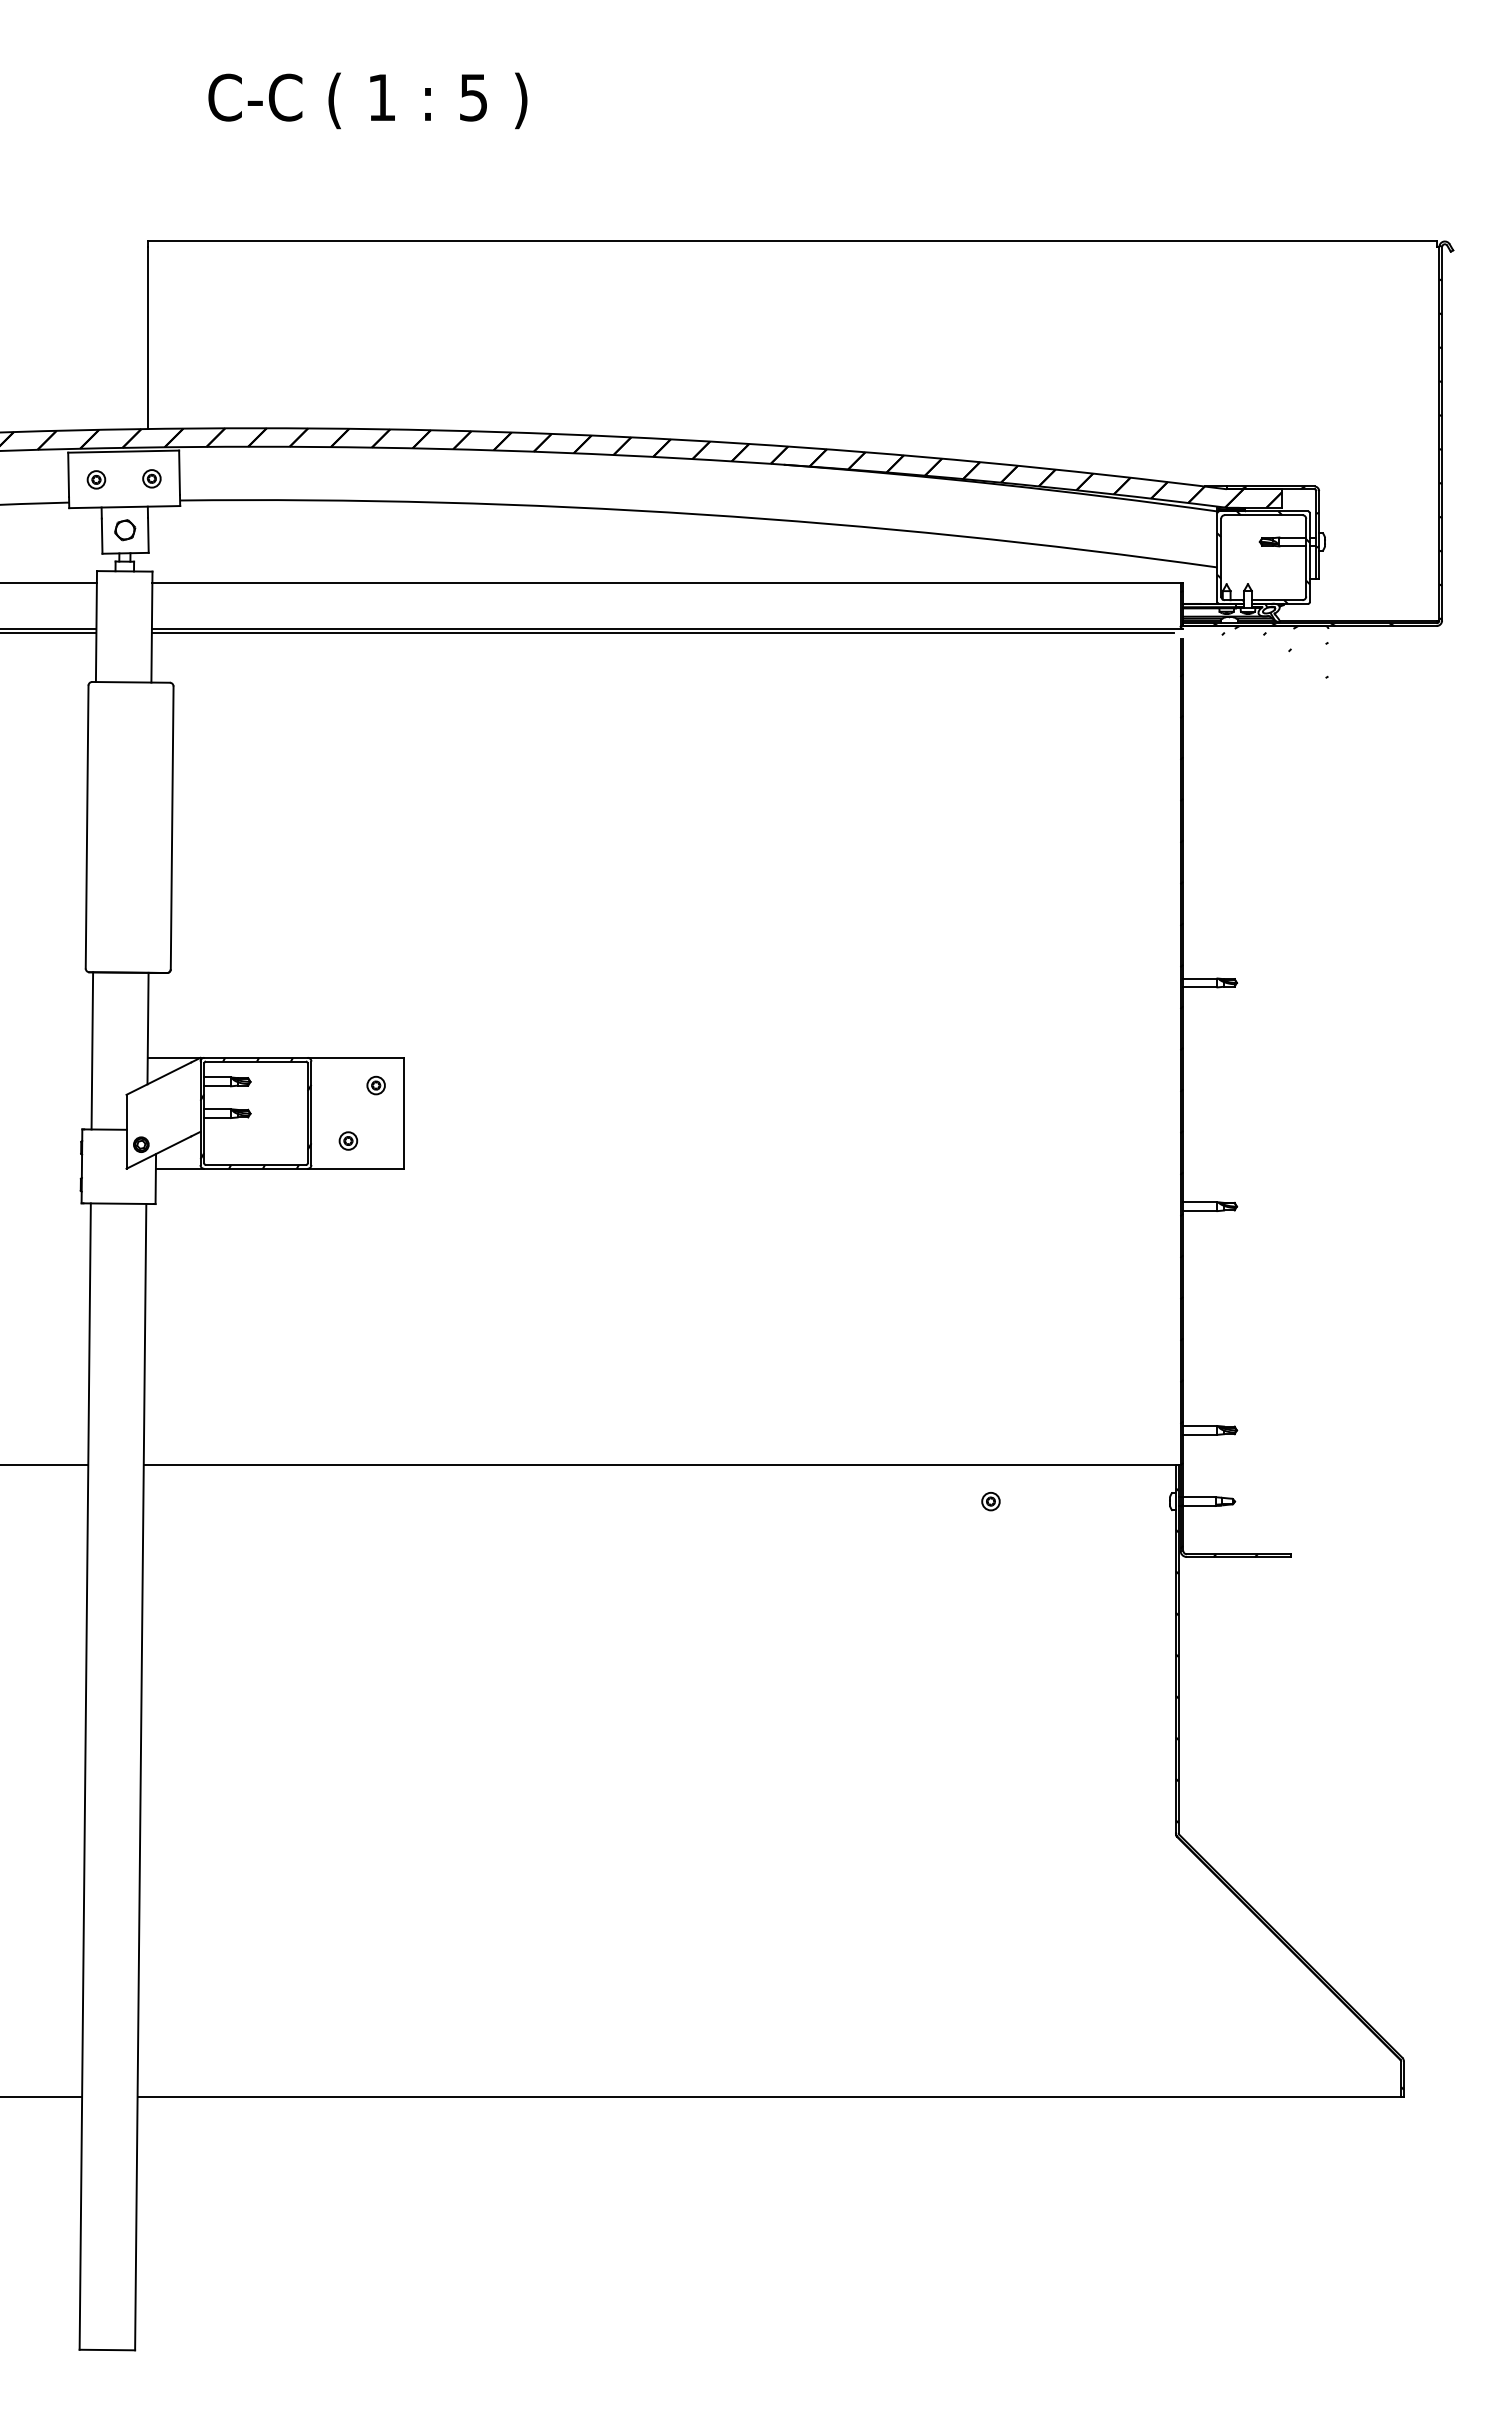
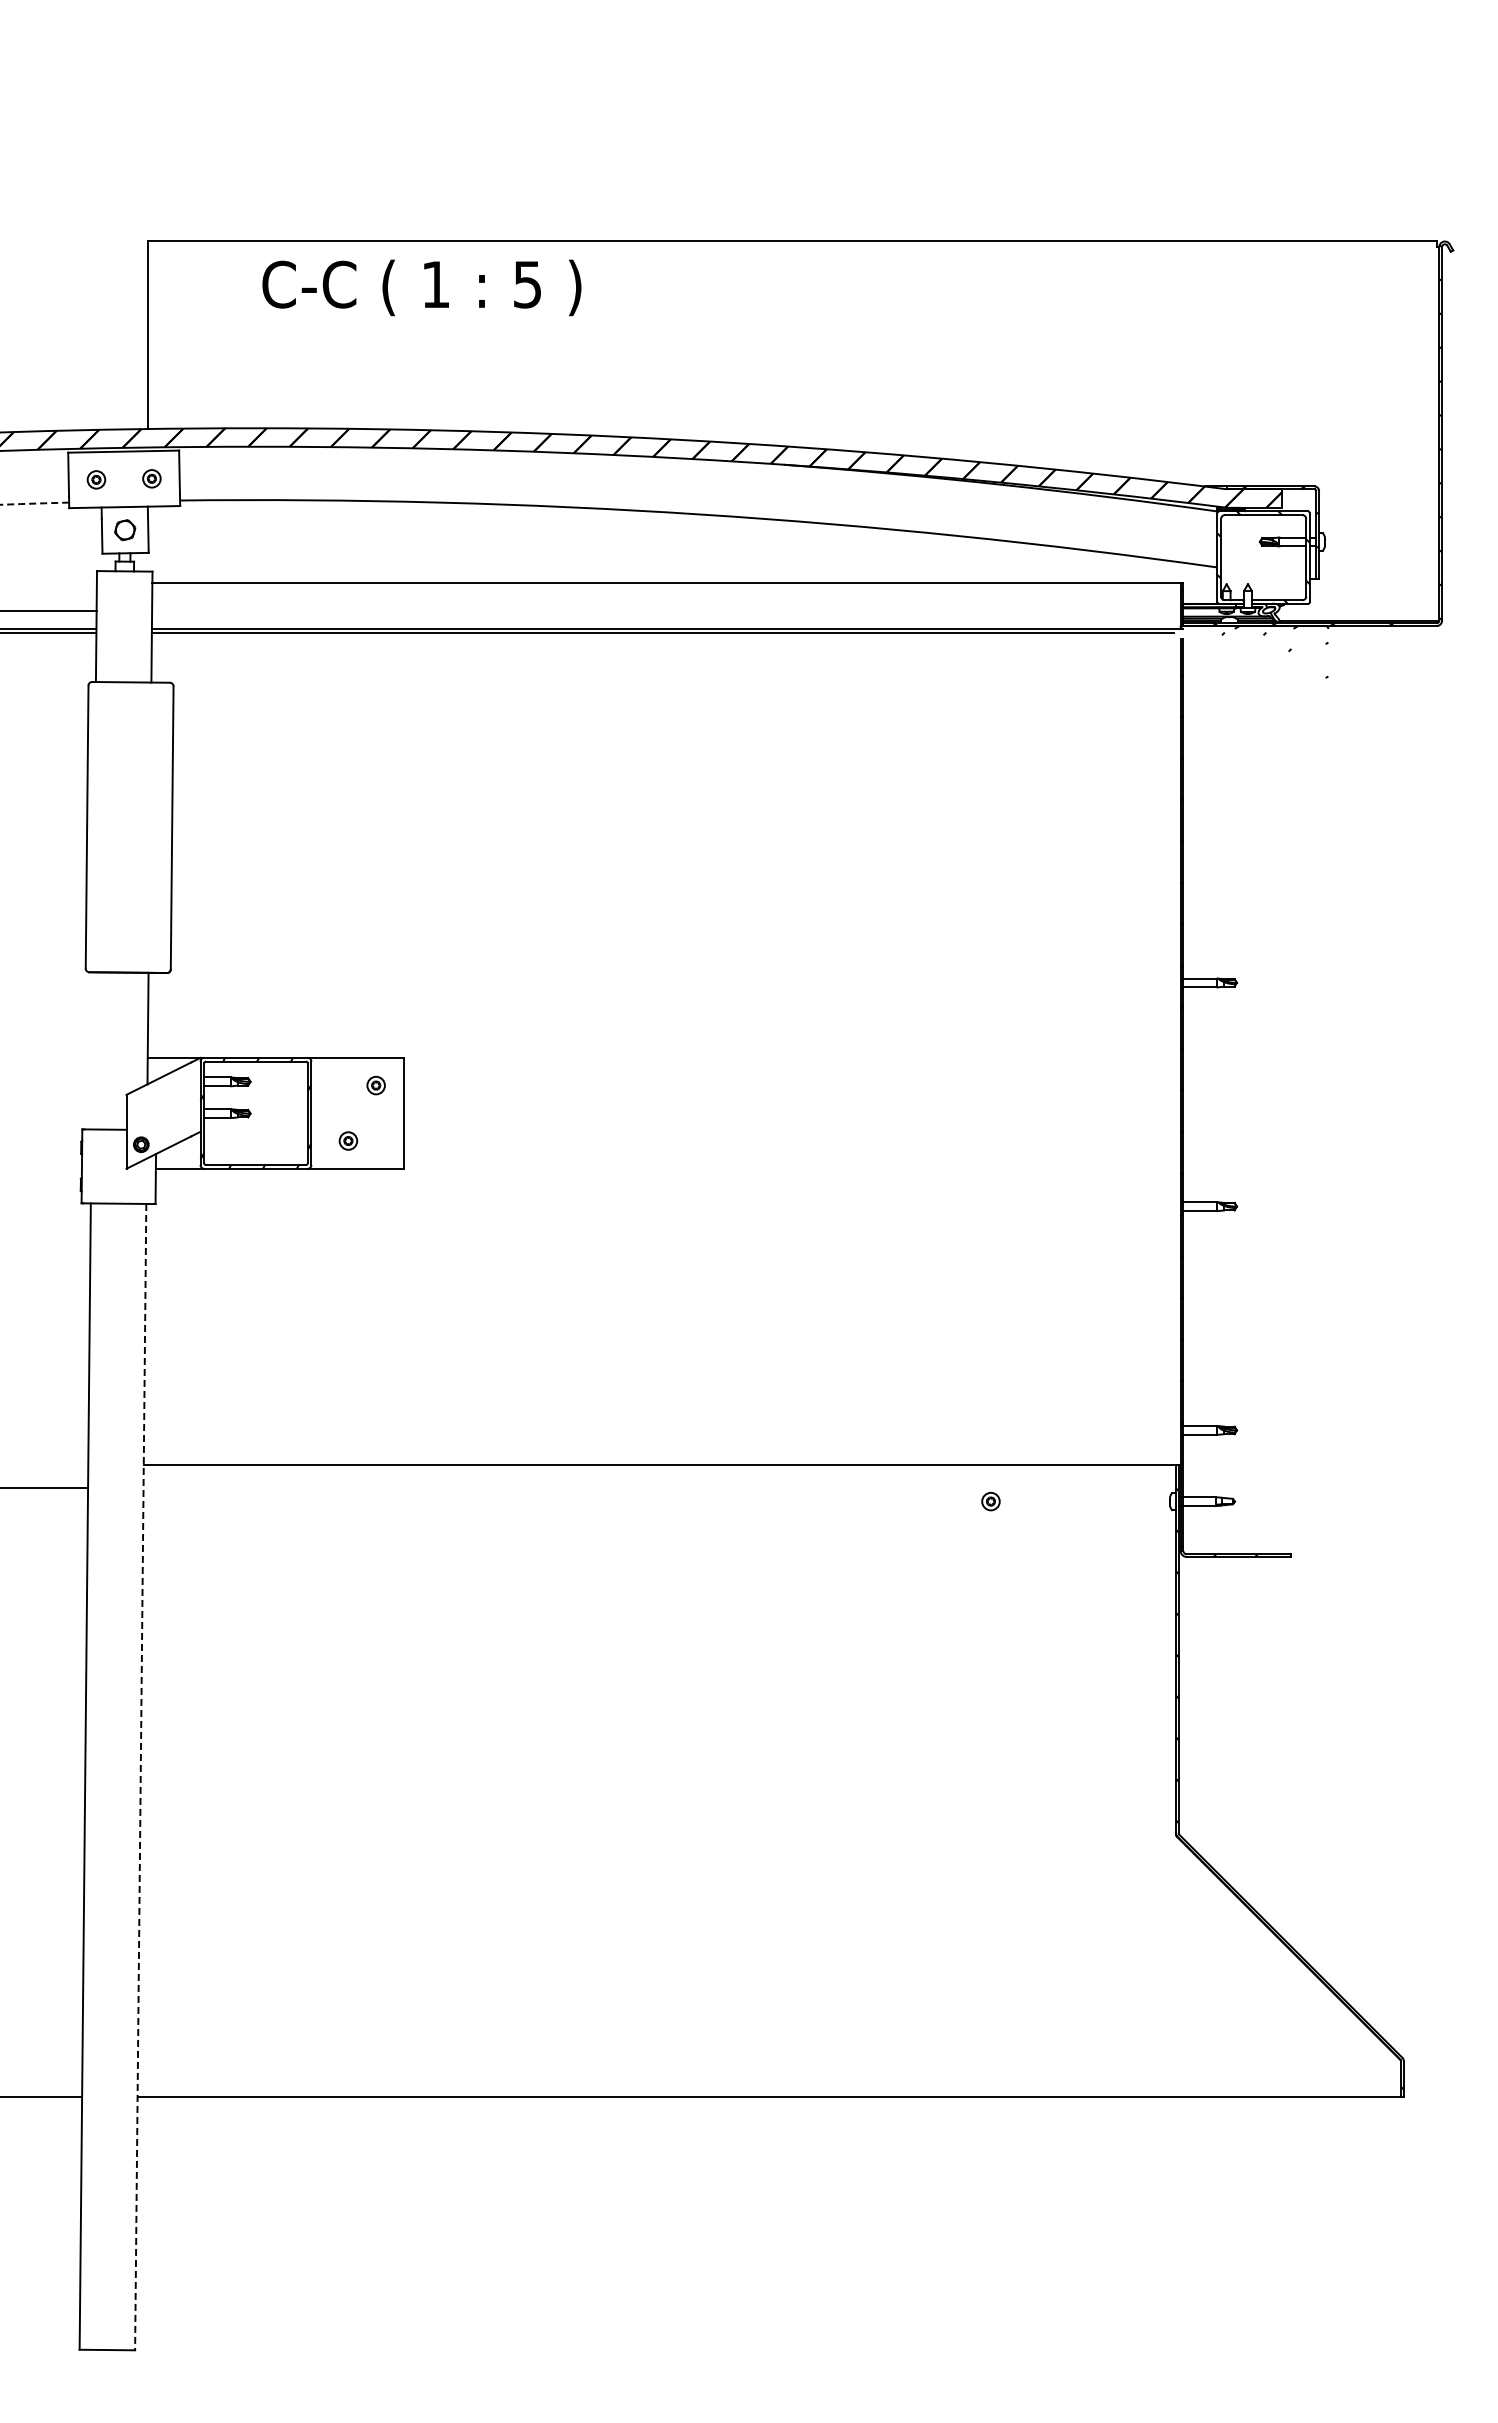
text at (367, 100) position: (367, 100) -> (421, 287)
arc at (34, 503): solid -> dashed
line at (49, 582) position: (49, 582) -> (49, 610)
line at (92, 1050): present -> none
line at (45, 1464) position: (45, 1464) -> (45, 1487)
line at (140, 1777): solid -> dashed
